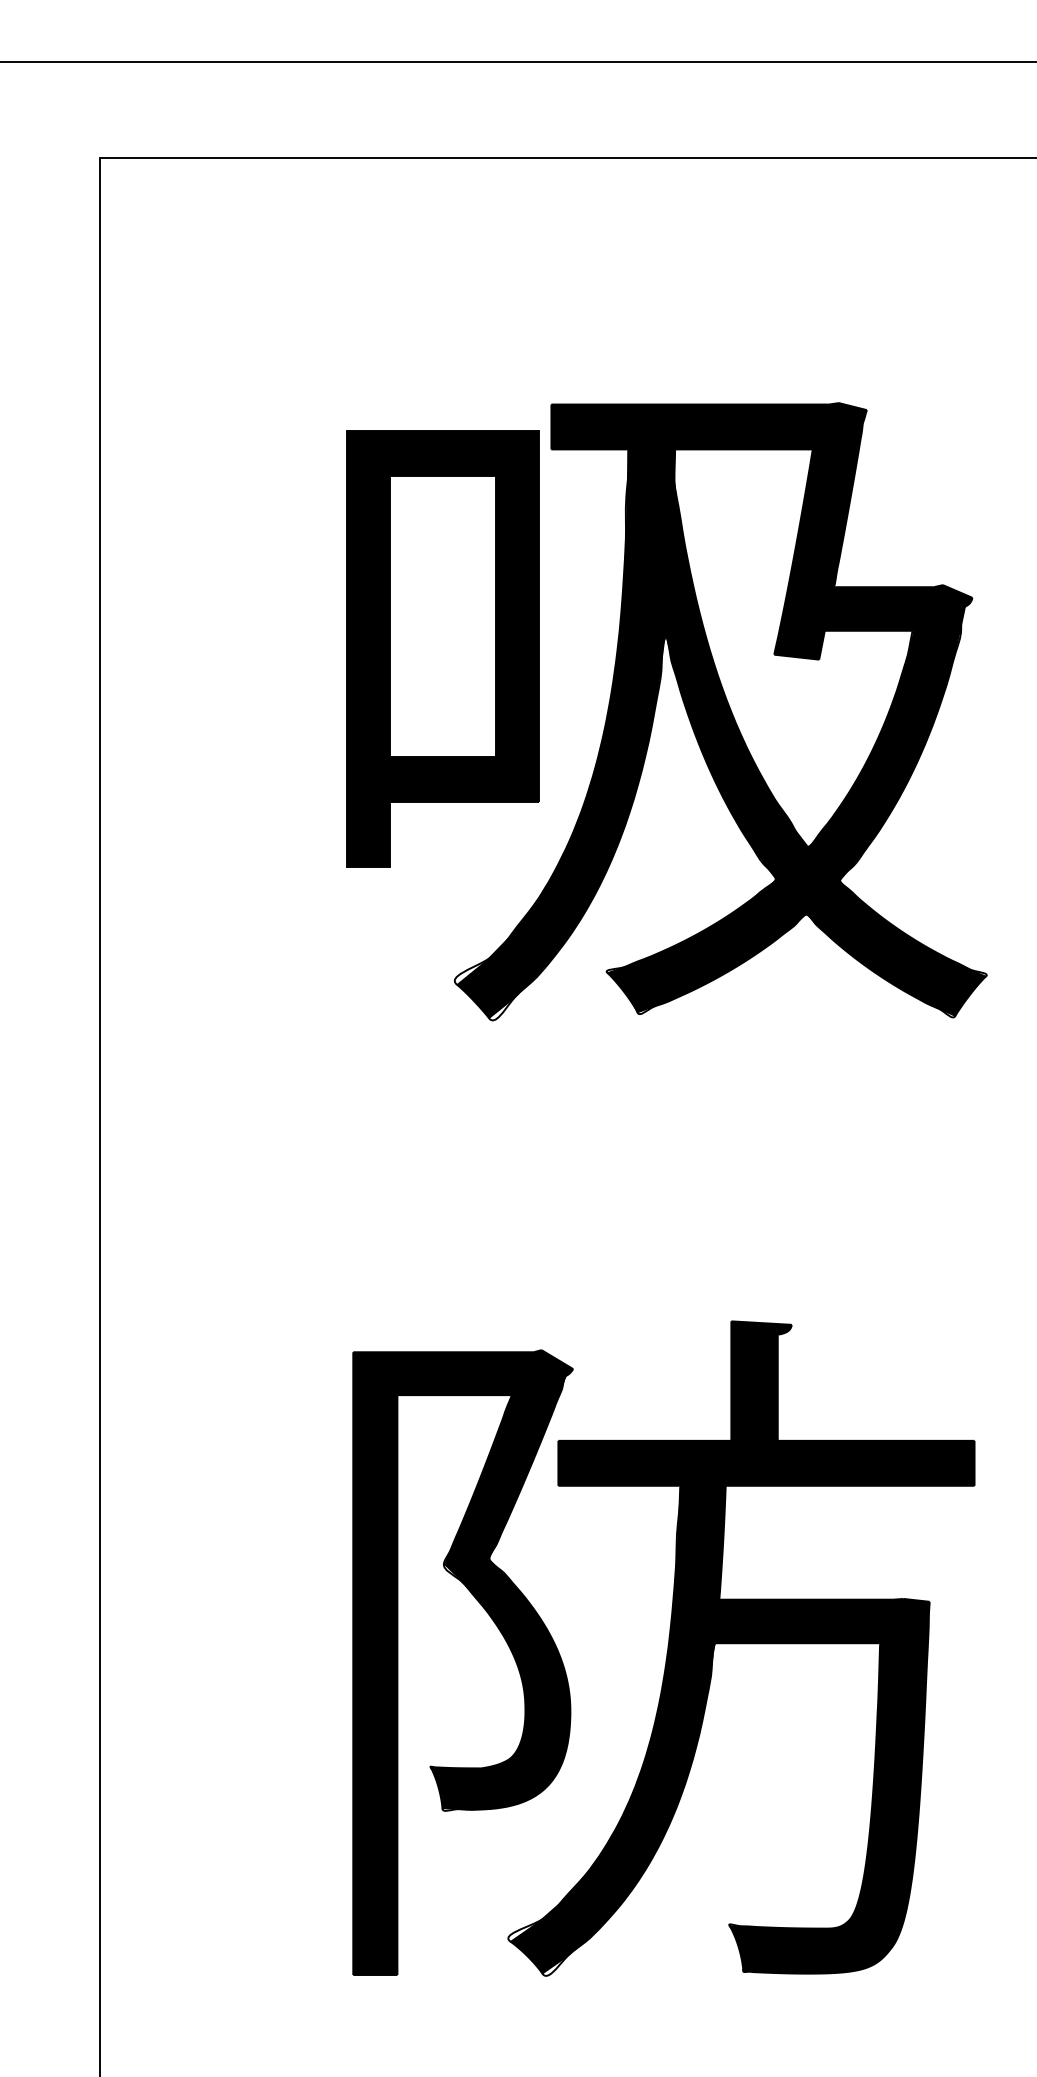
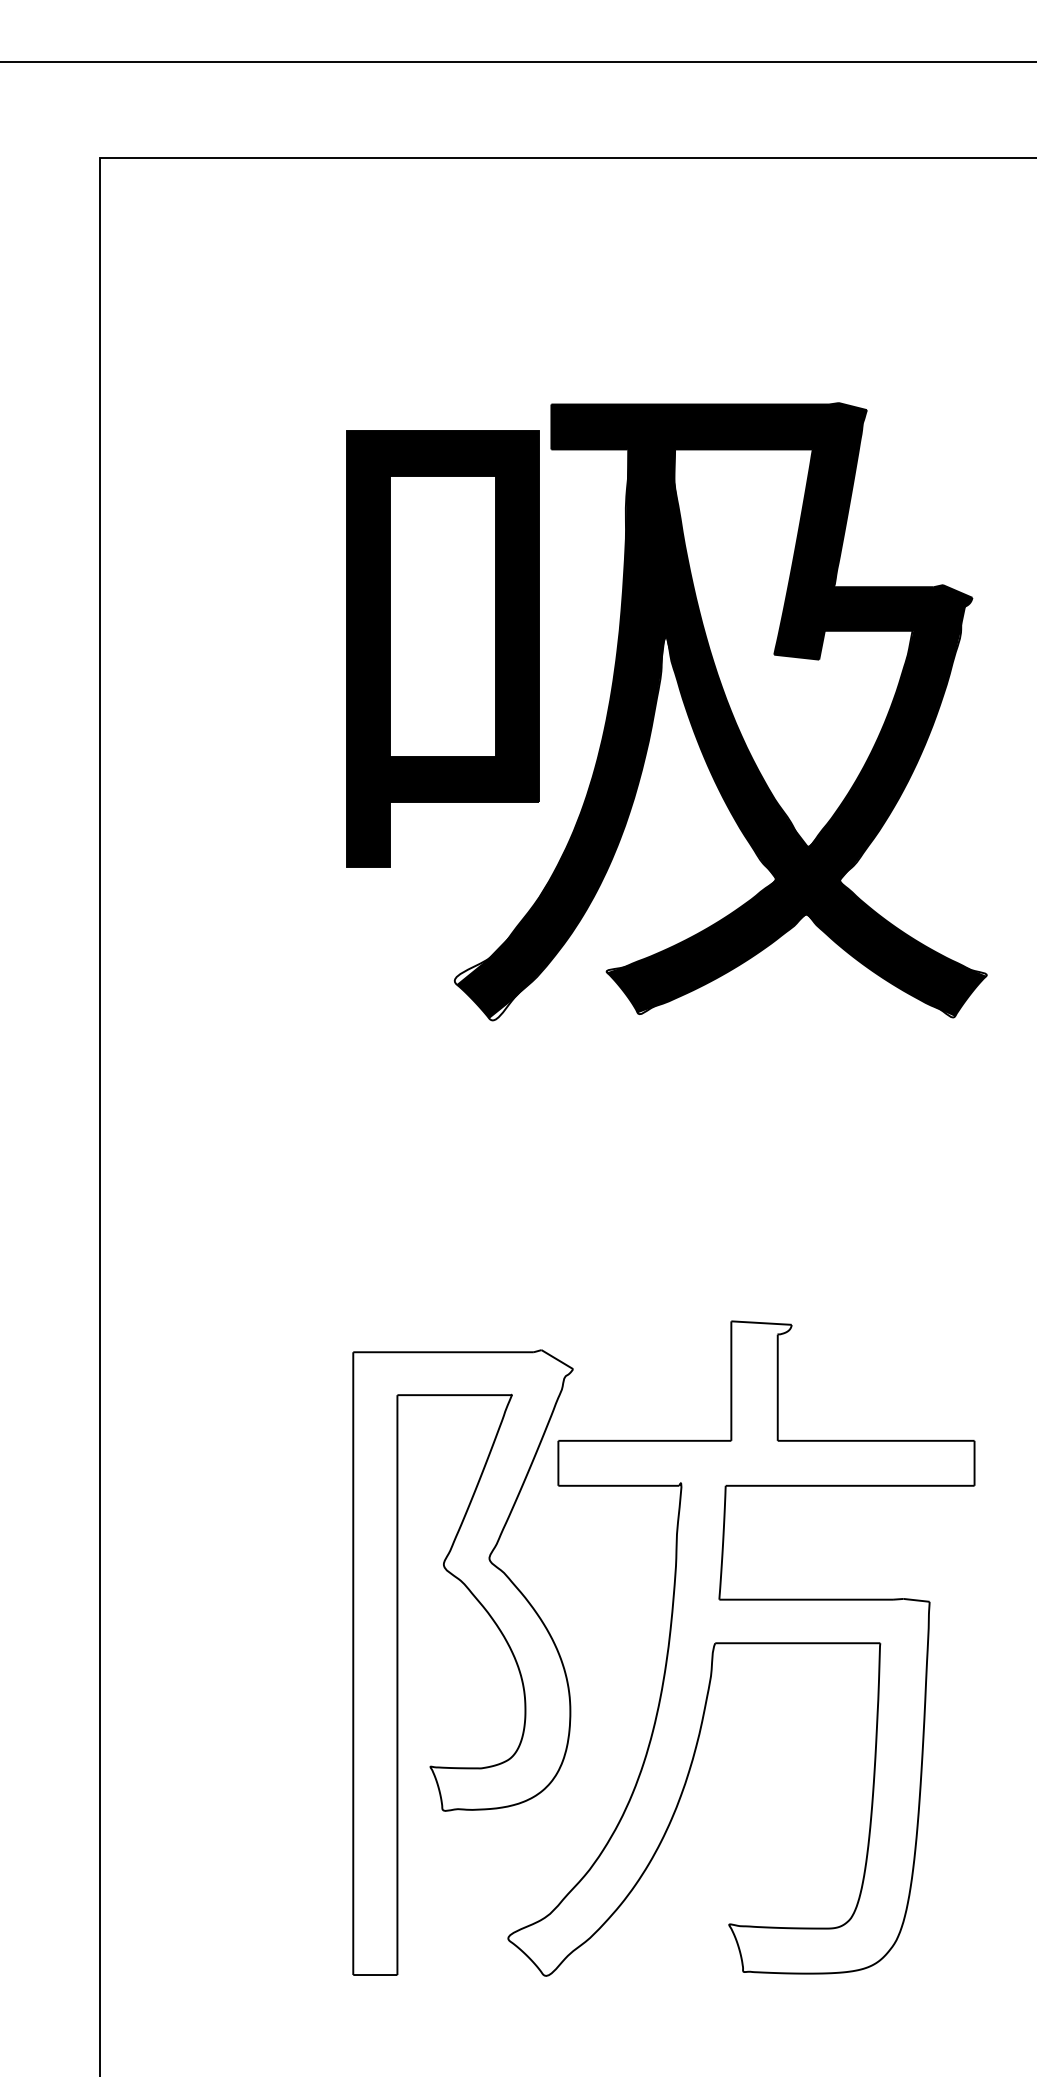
fill at (741, 1647): present -> none
fill at (463, 1662): present -> none
